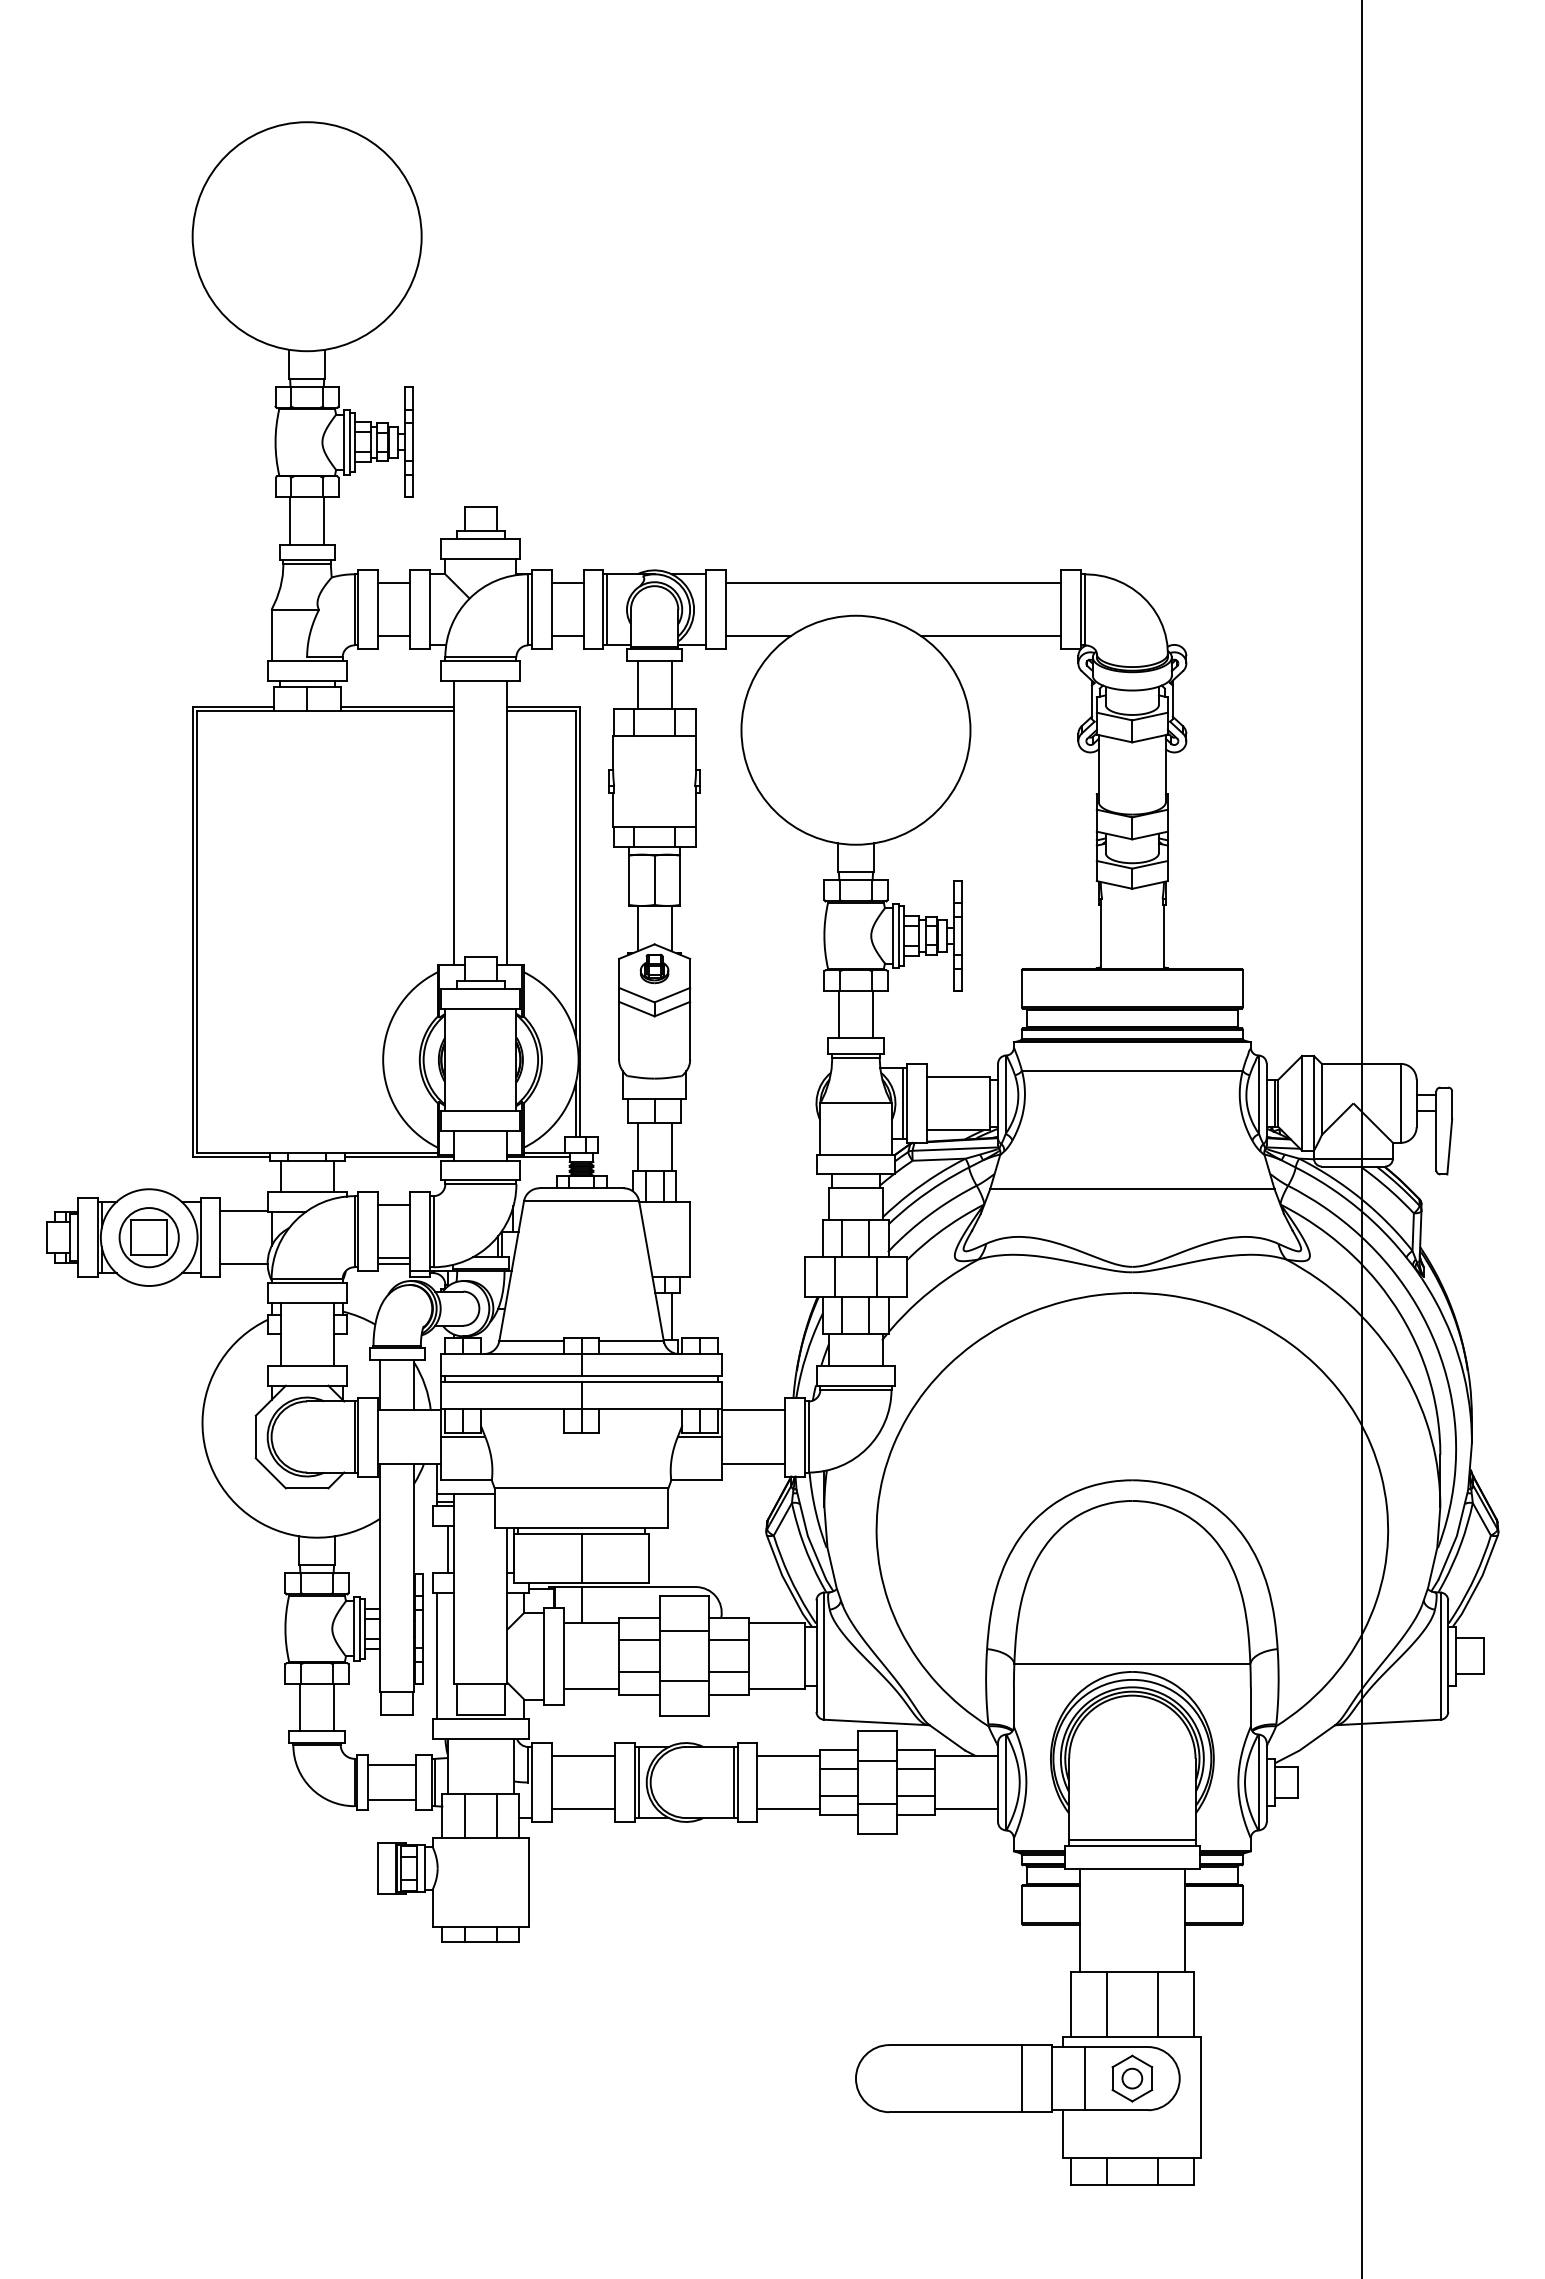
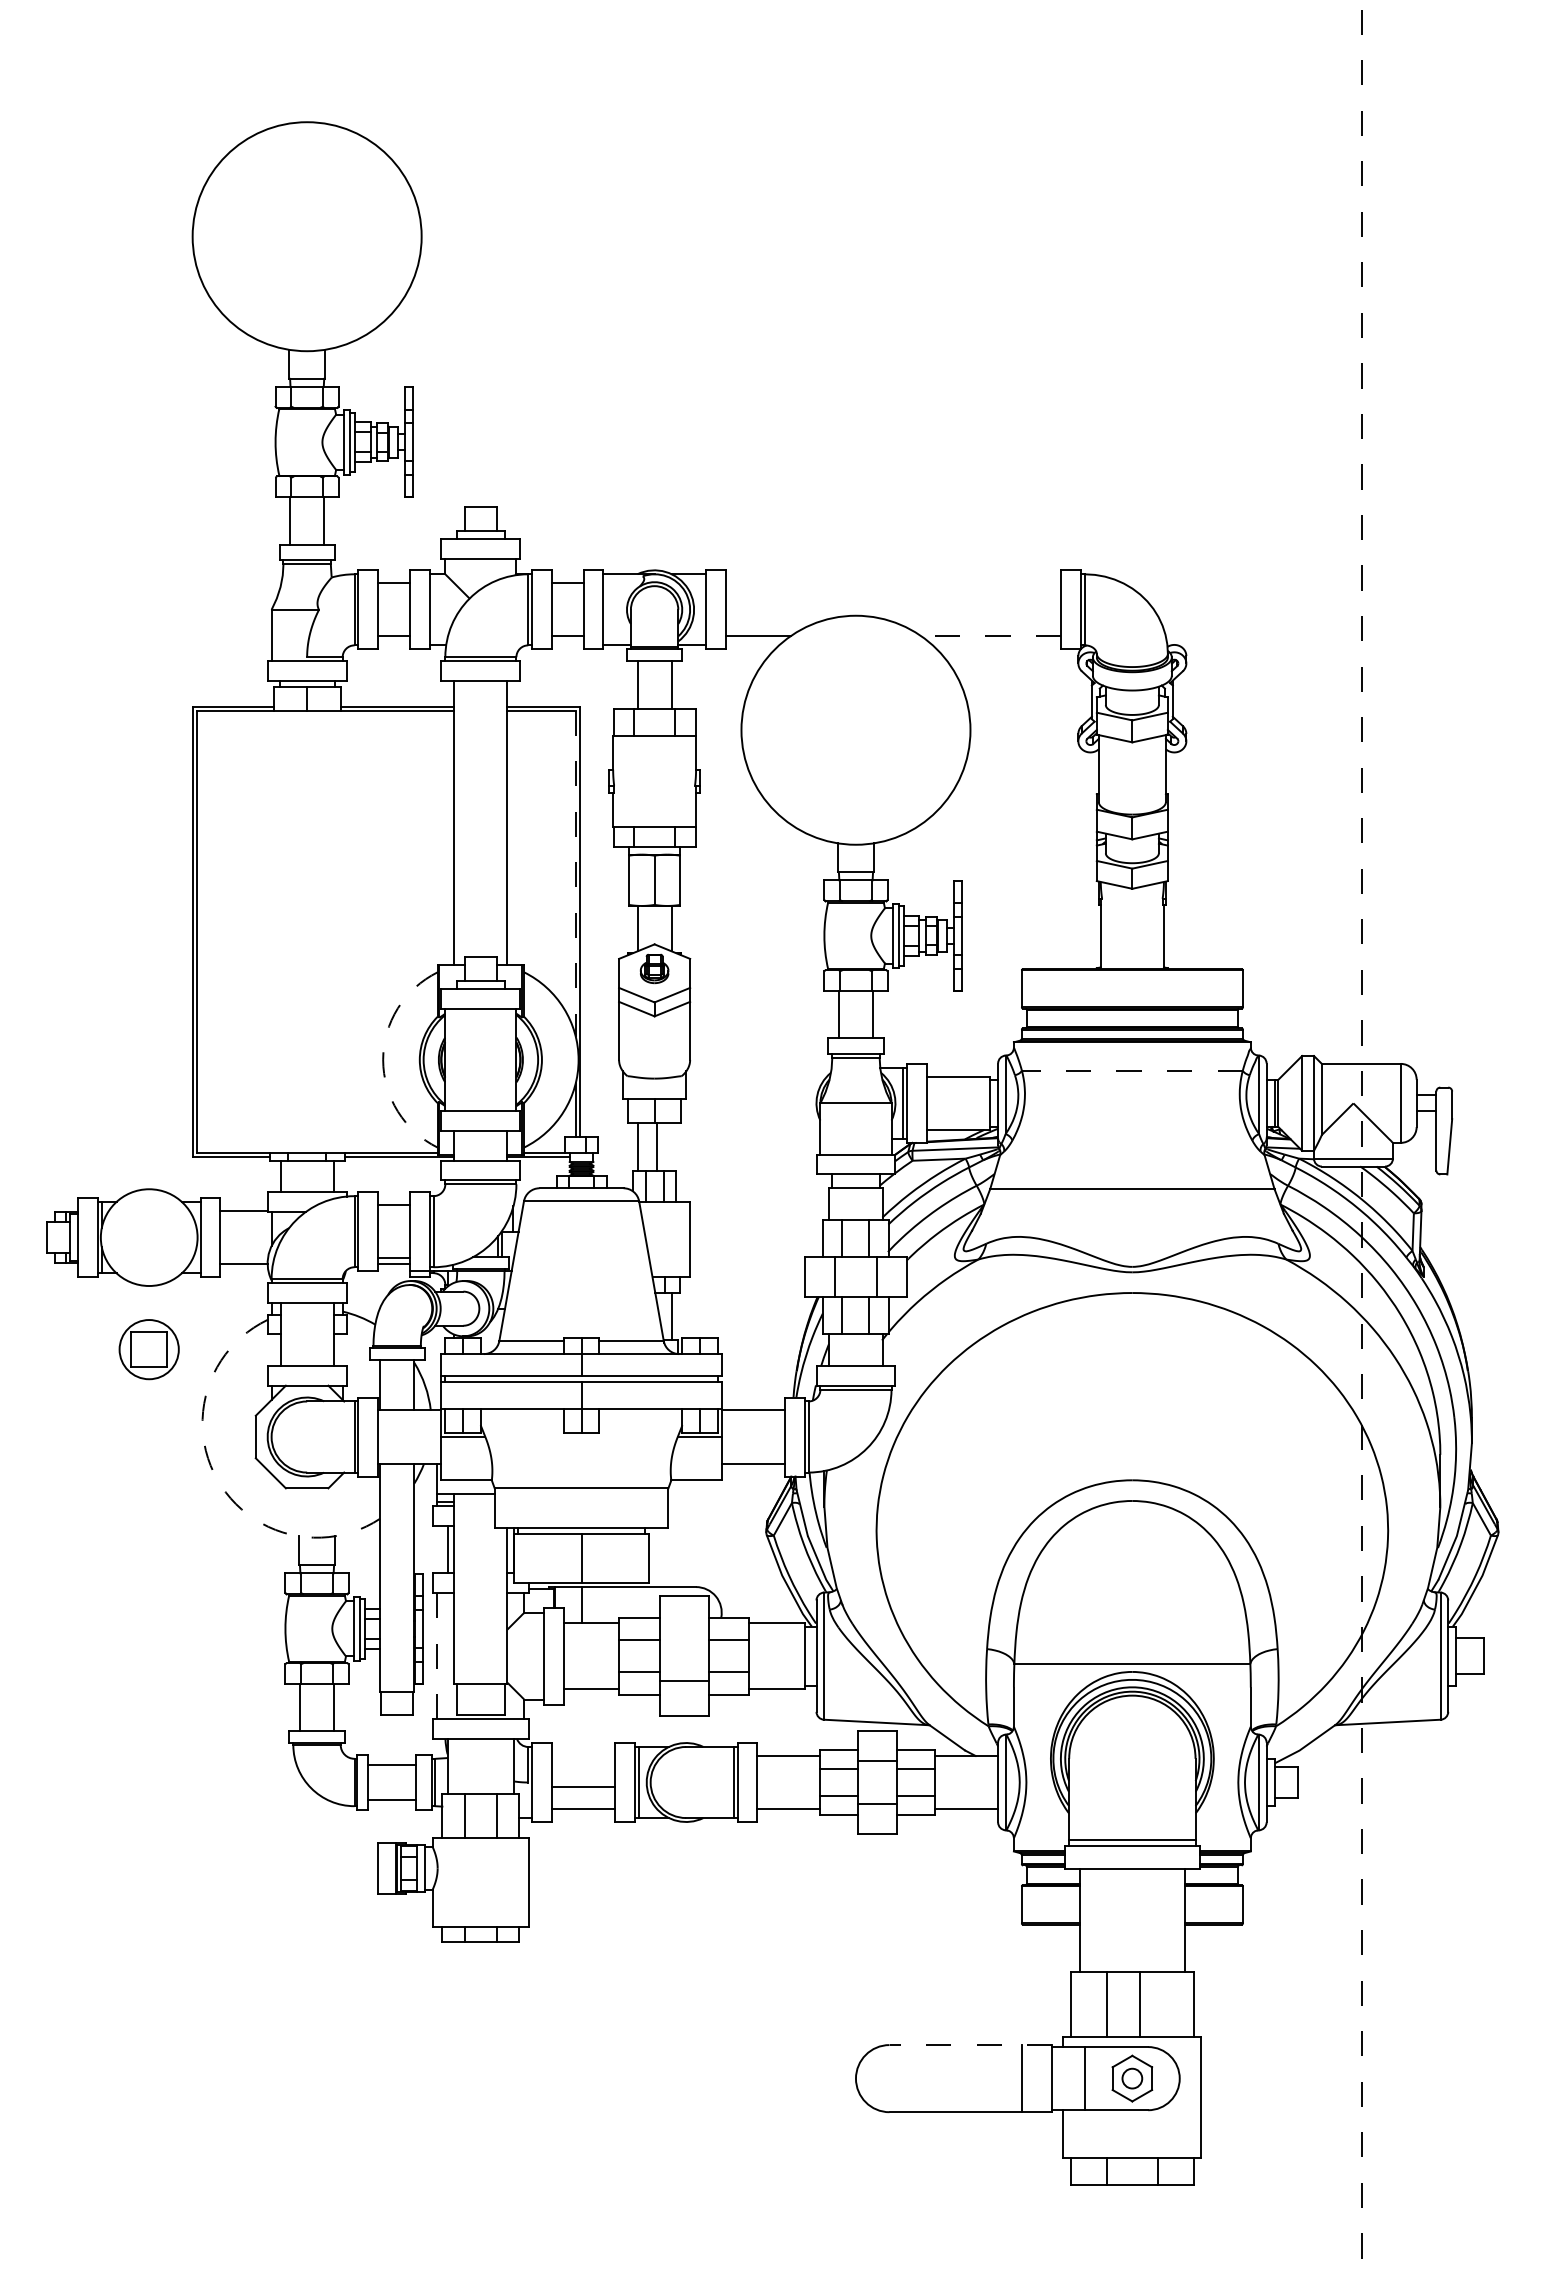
line at (893, 583): present -> none
line at (607, 609): present -> none
line at (991, 636): solid -> dashed
line at (575, 874): solid -> dashed
arc at (383, 1059): solid -> dashed
line at (1131, 1070): solid -> dashed
line at (1361, 1139): solid -> dashed
line at (671, 1146) position: (671, 1146) -> (656, 1146)
part at (148, 1237) position: (148, 1237) -> (148, 1349)
arc at (217, 1479): solid -> dashed
line at (683, 1631): present -> none
line at (437, 1656): solid -> dashed
line at (583, 1755) position: (583, 1755) -> (583, 1786)
line at (1157, 2004) position: (1157, 2004) -> (1139, 2004)
line at (970, 2045): solid -> dashed
